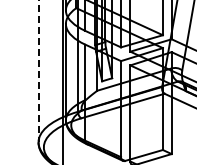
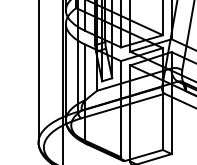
line at (38, 71): dashed -> solid
